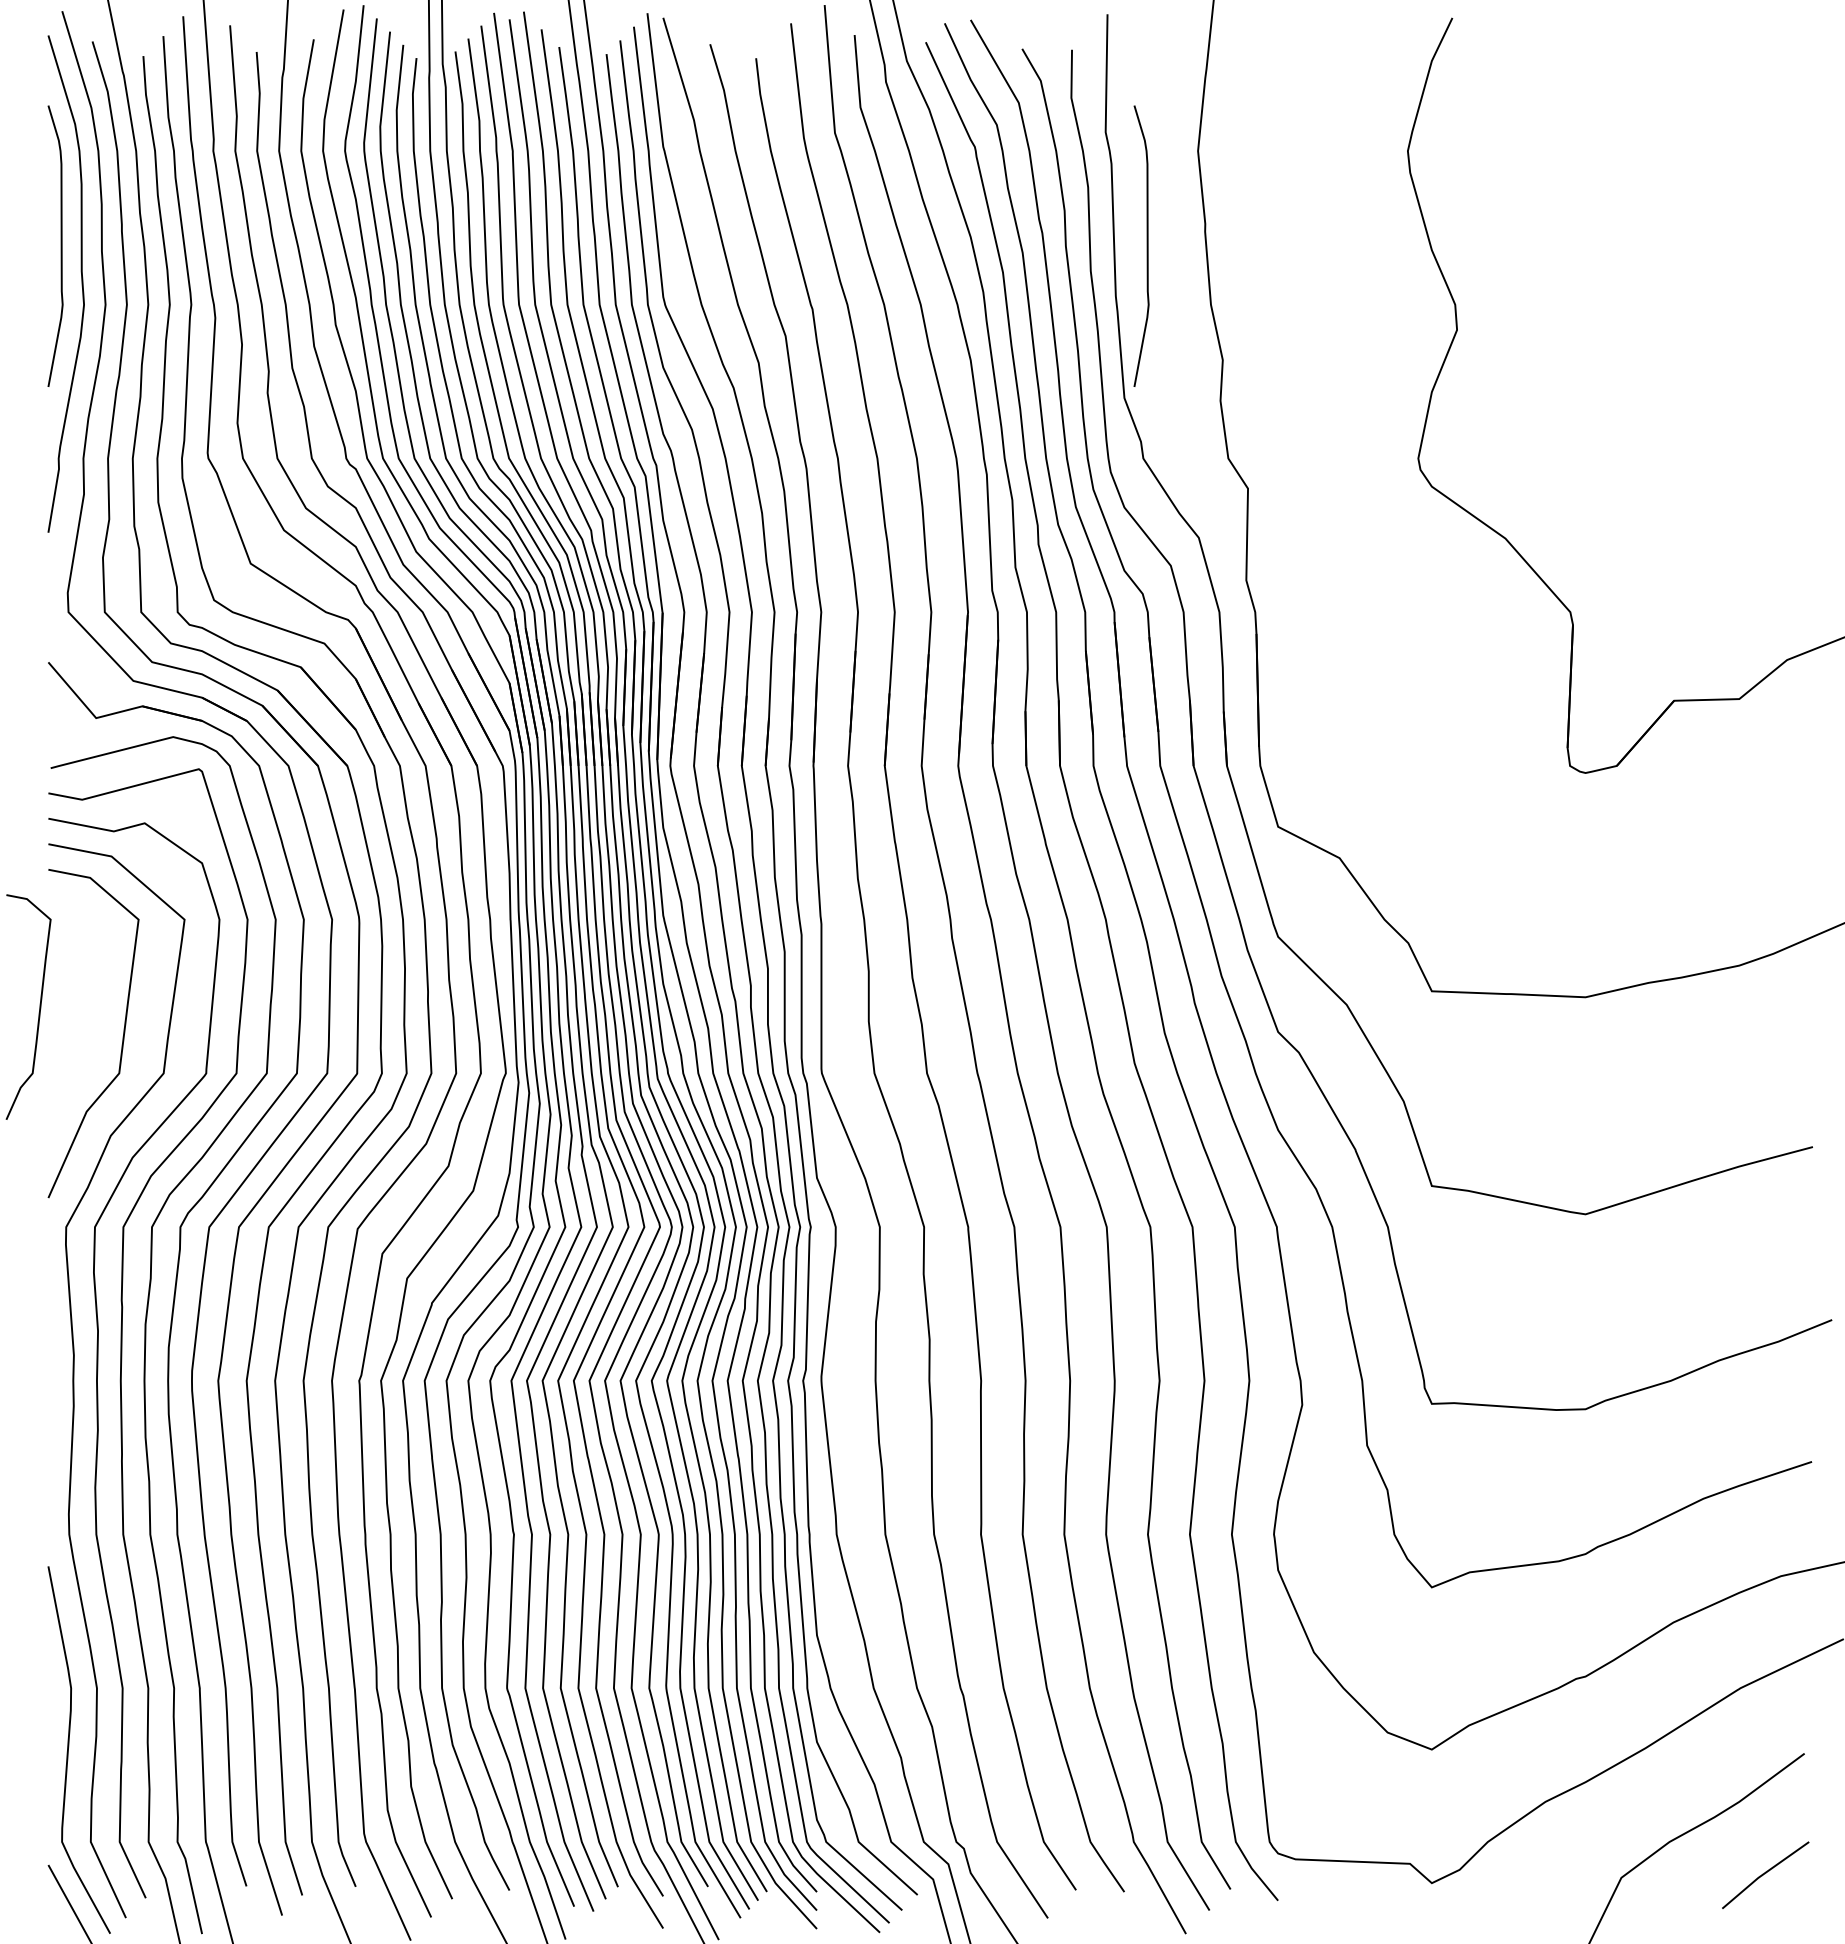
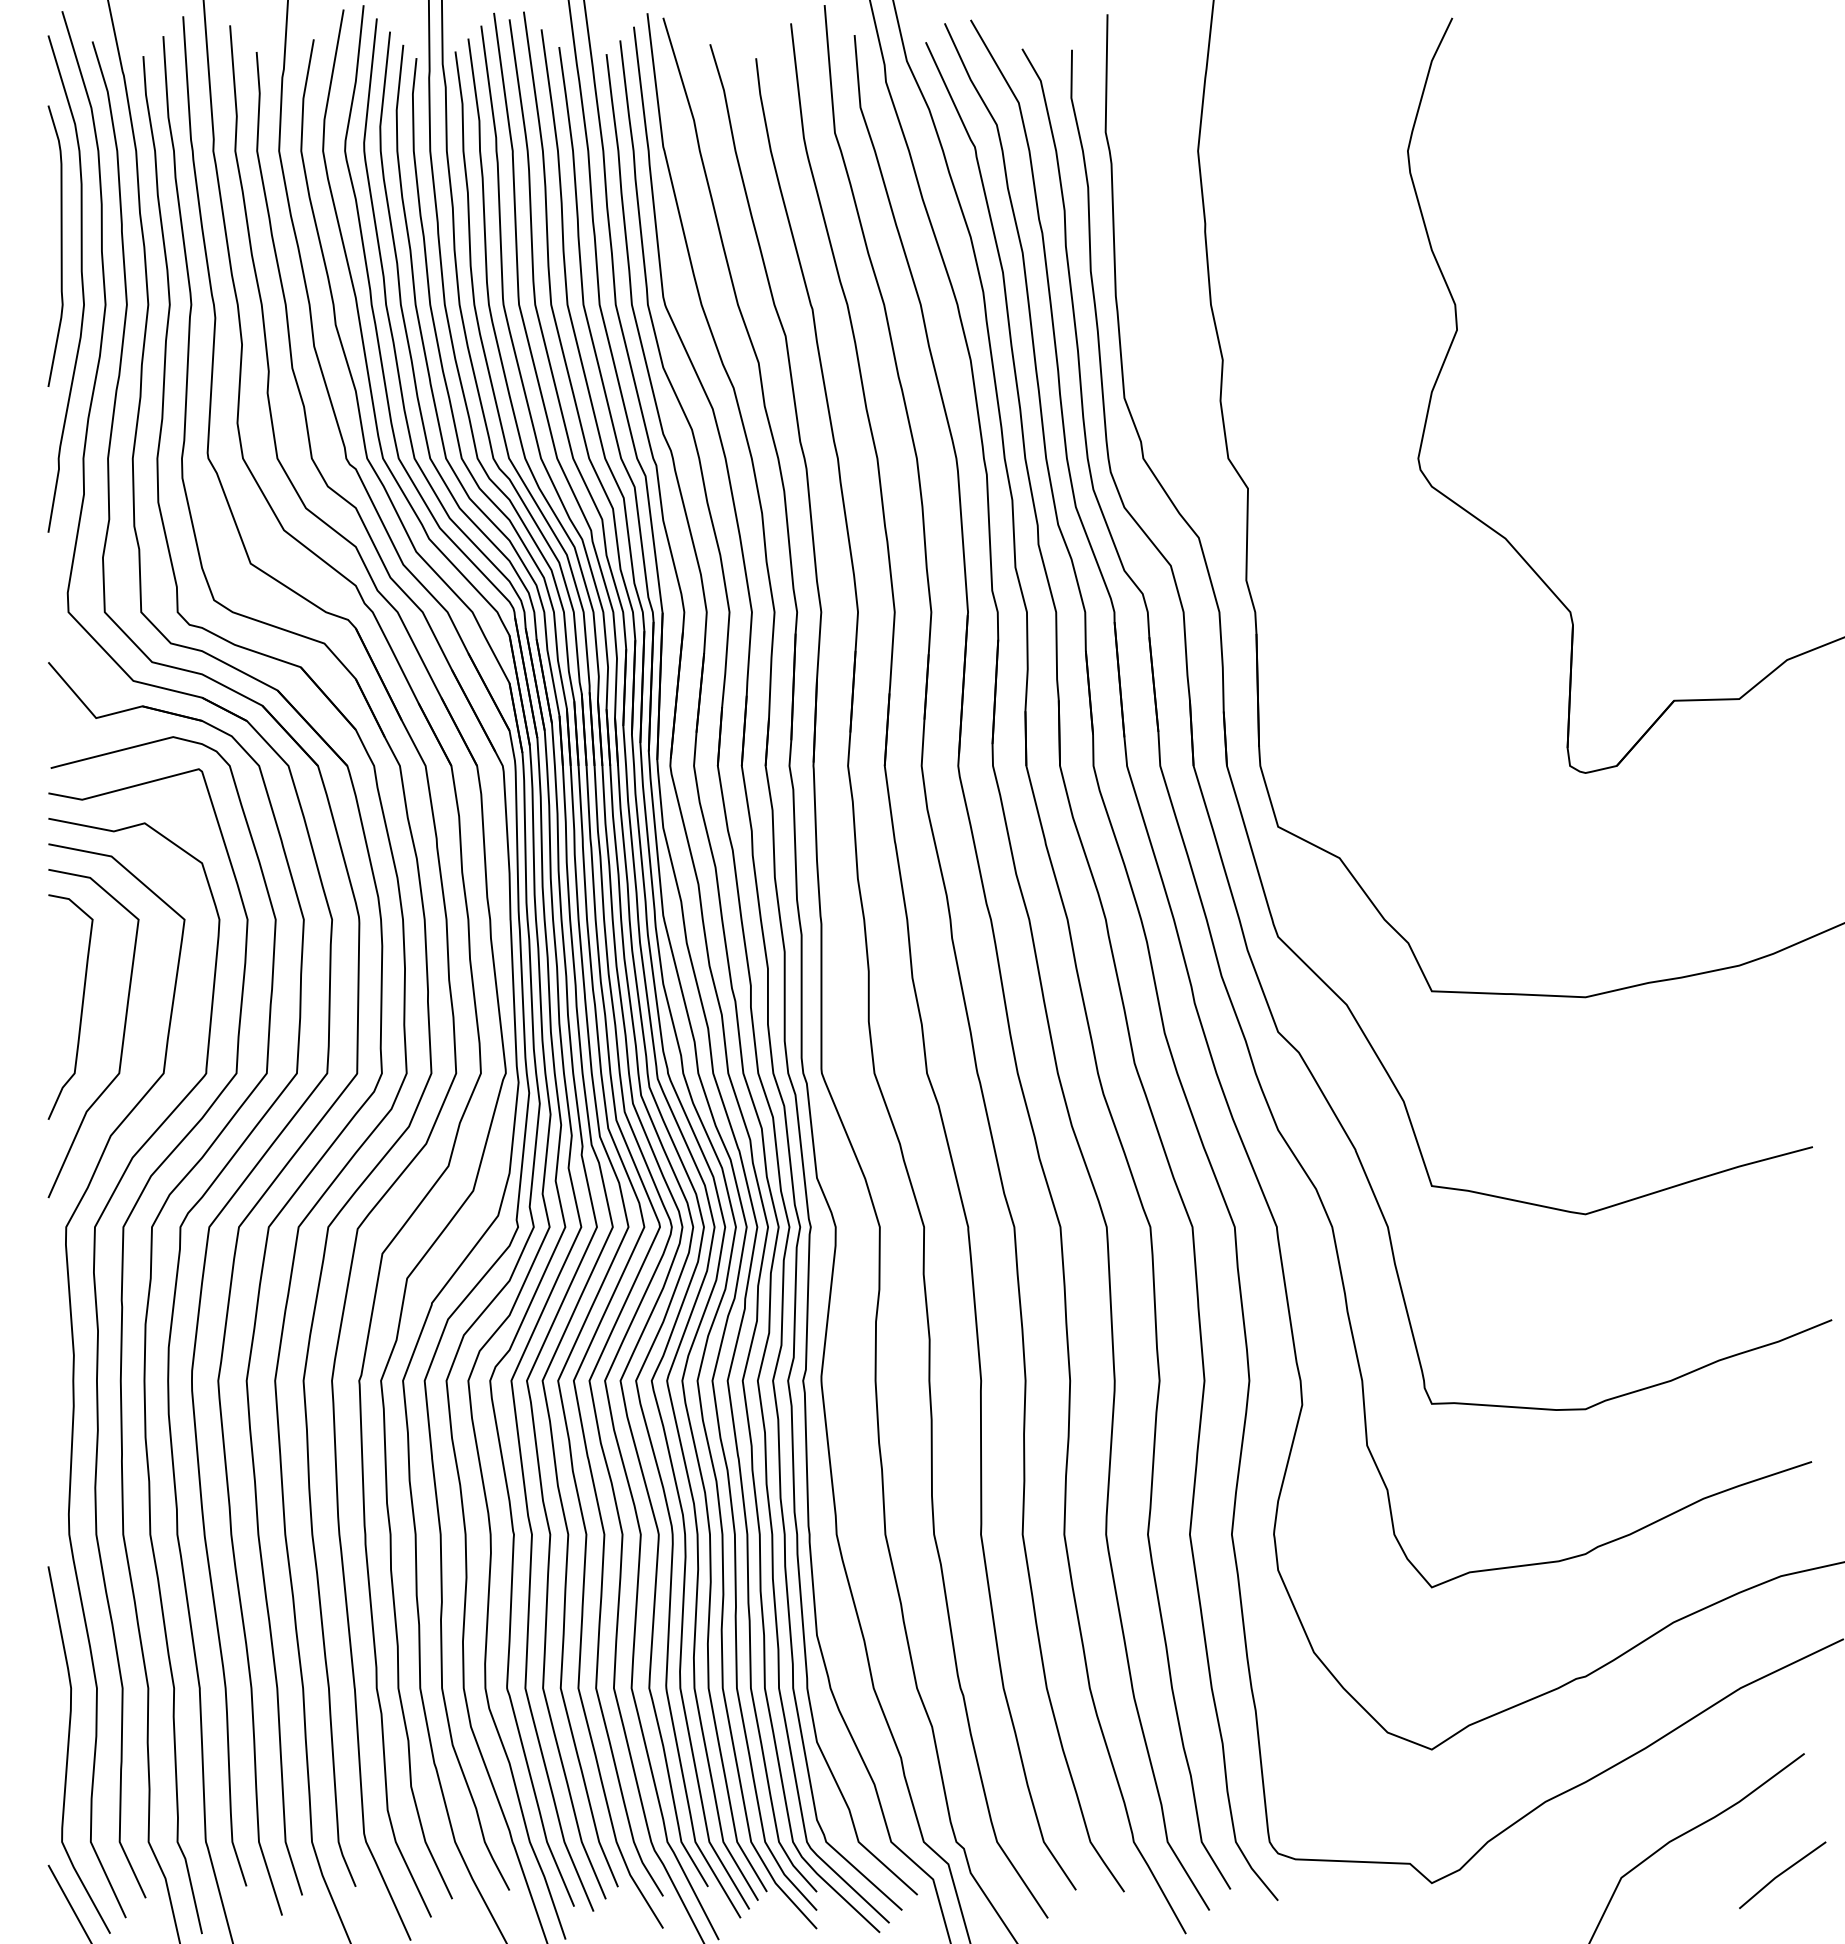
curve at (1146, 245): present -> none
curve at (39, 1006) position: (39, 1006) -> (81, 1006)
line at (1765, 1873) position: (1765, 1873) -> (1782, 1873)
